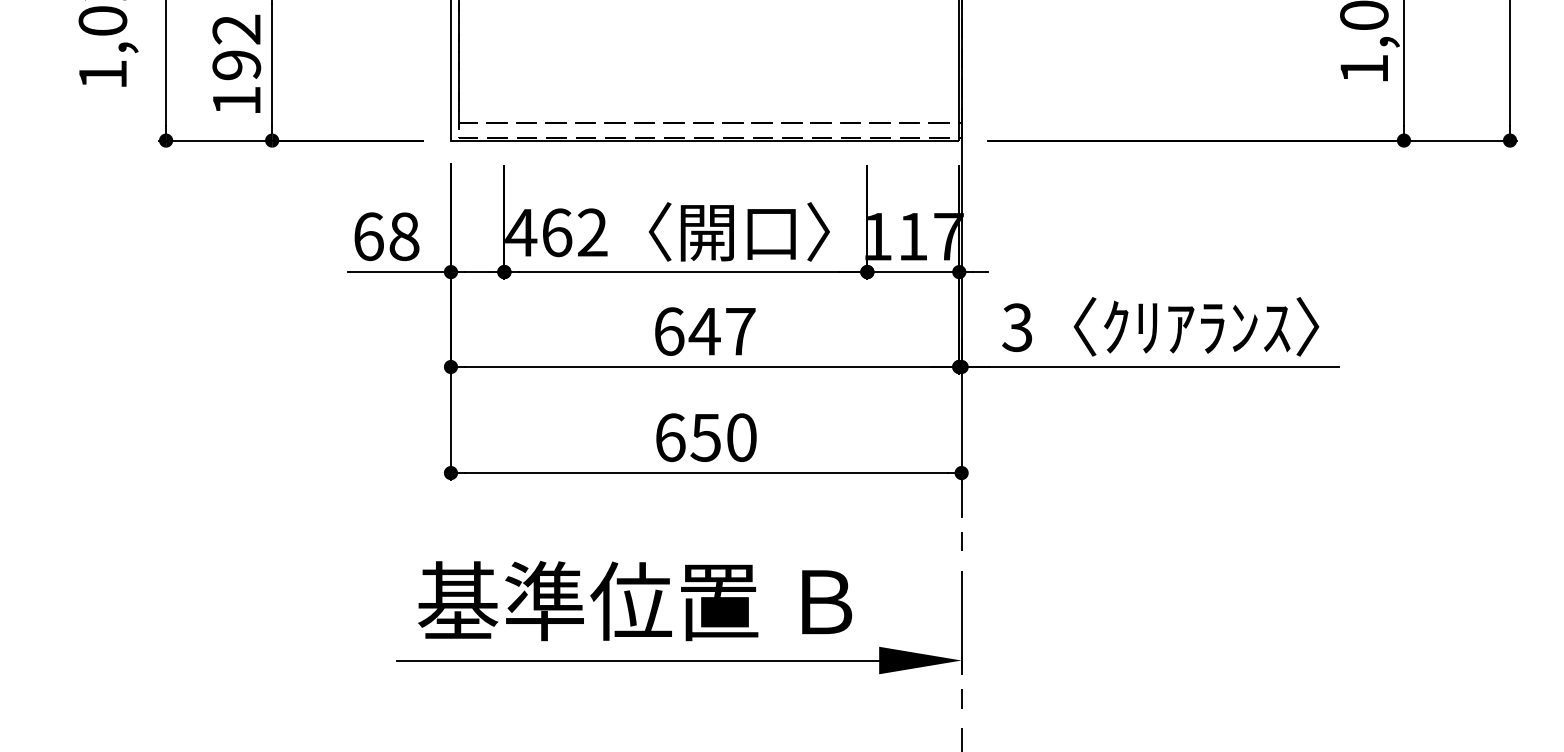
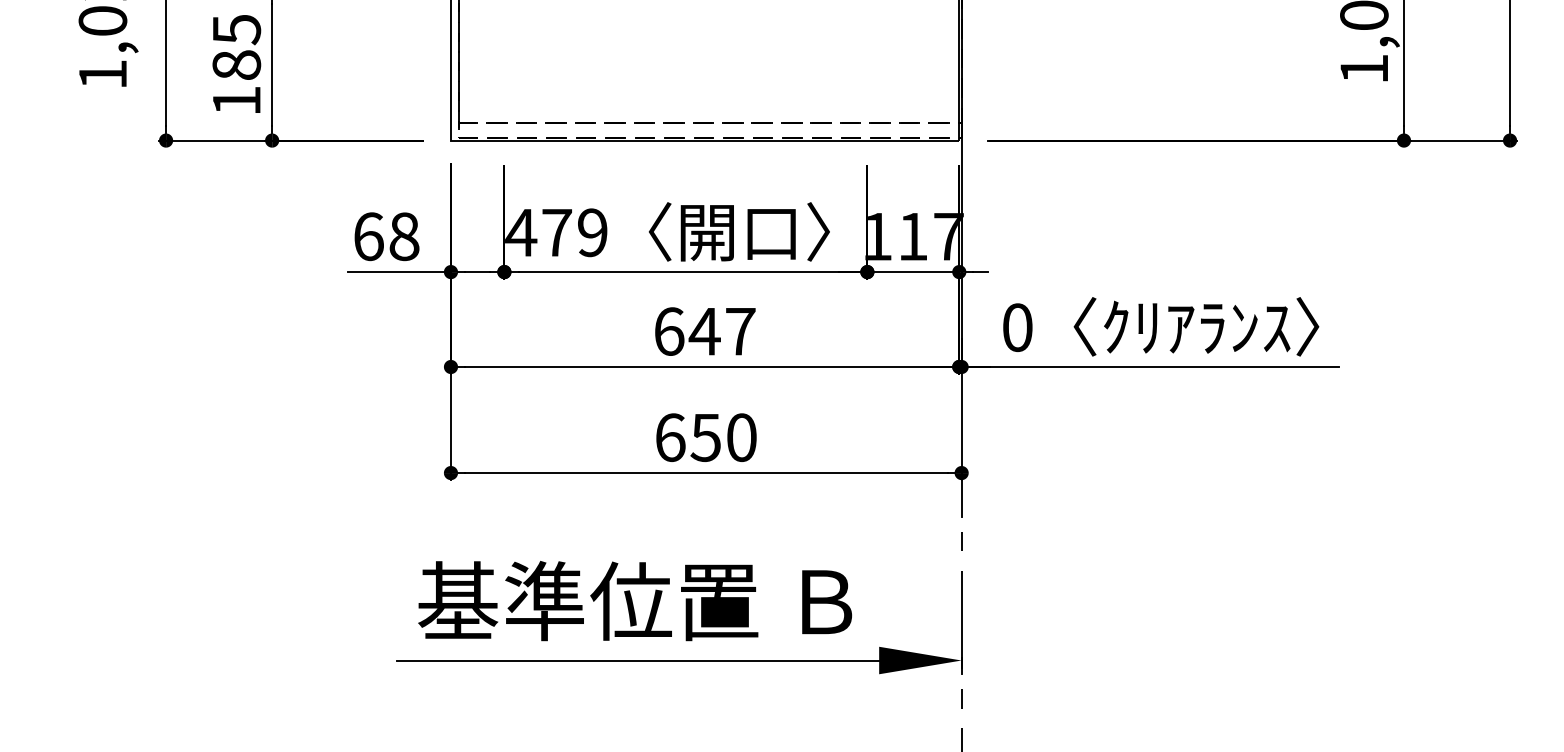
text at (236, 47): 192 -> 185
text at (574, 232): 462 -> 479
text at (1017, 327): 3 -> 0
